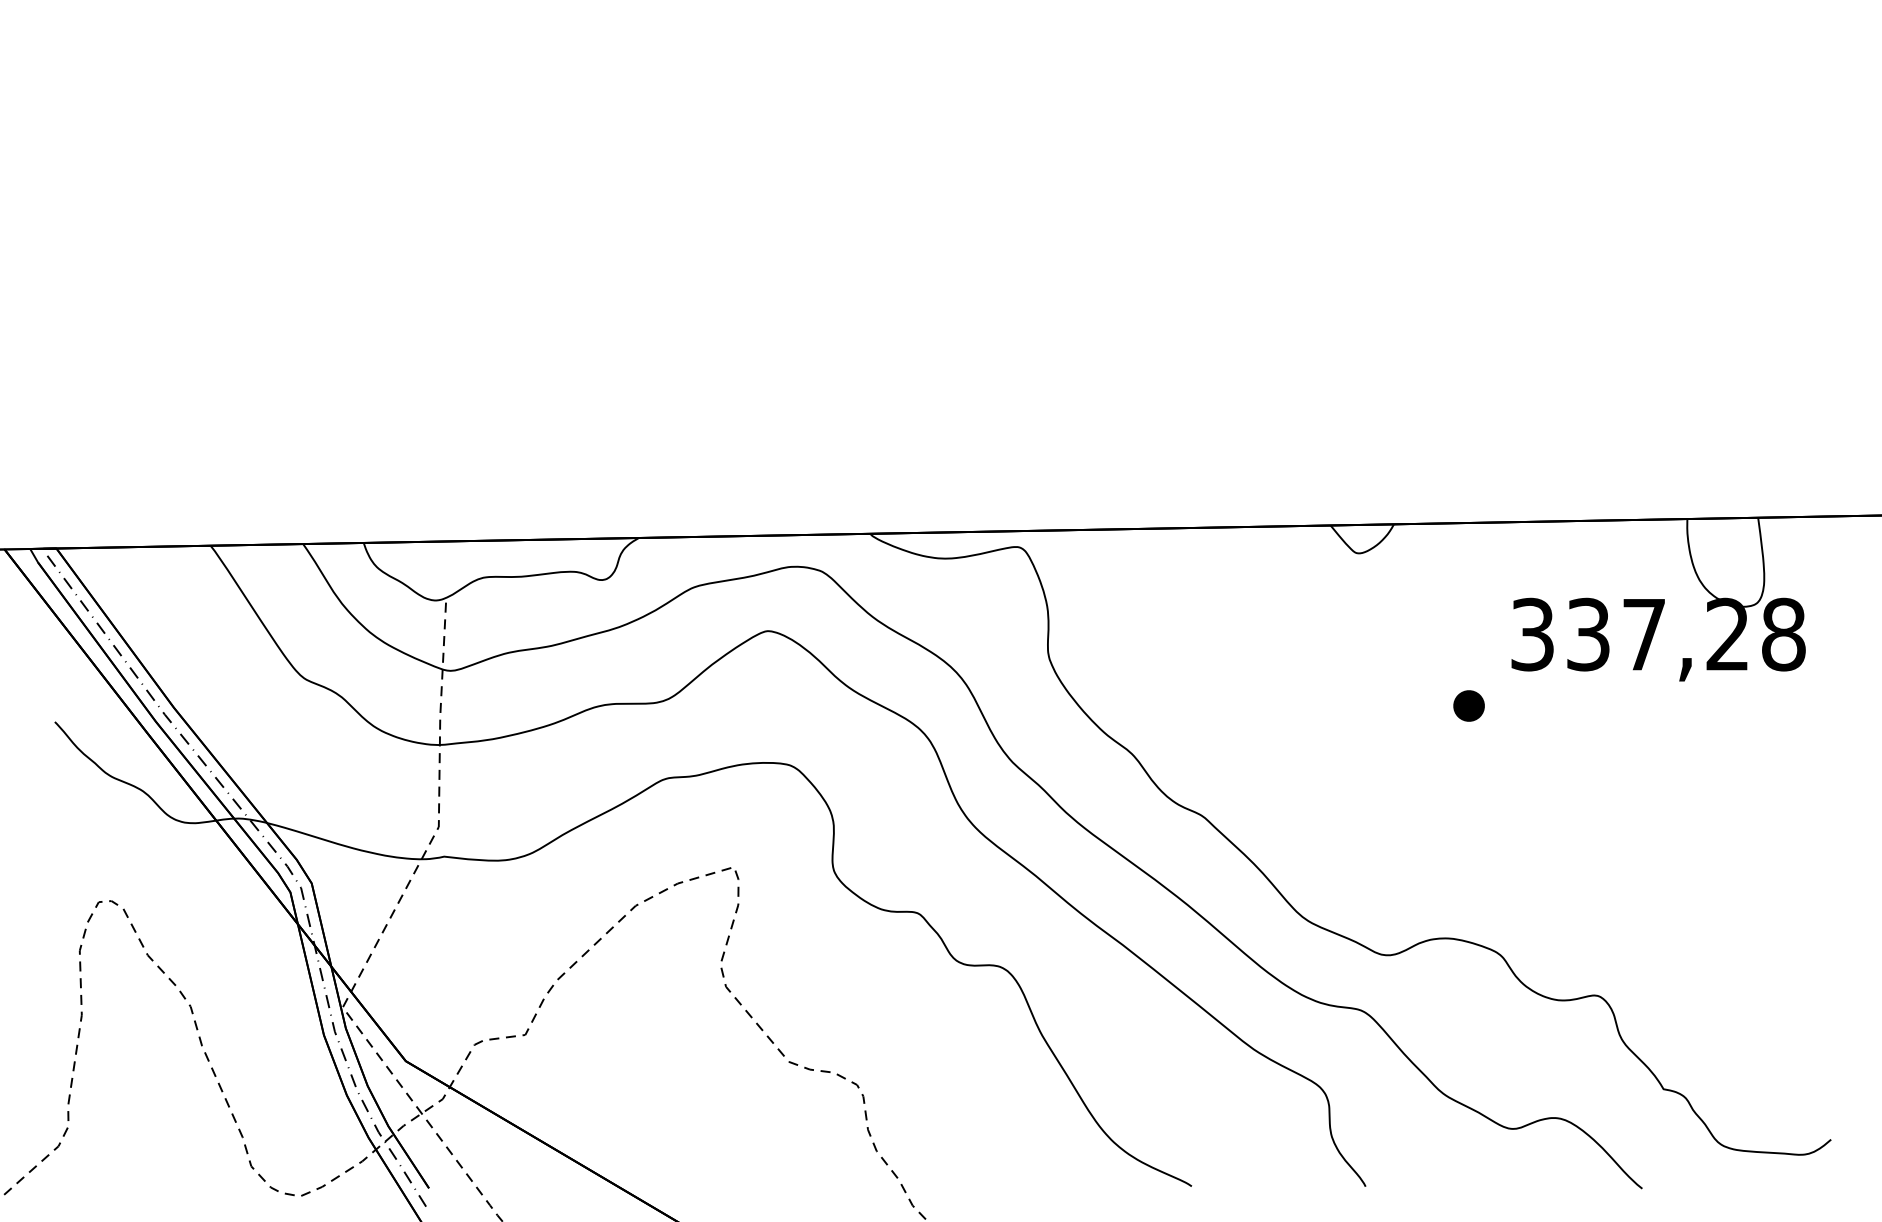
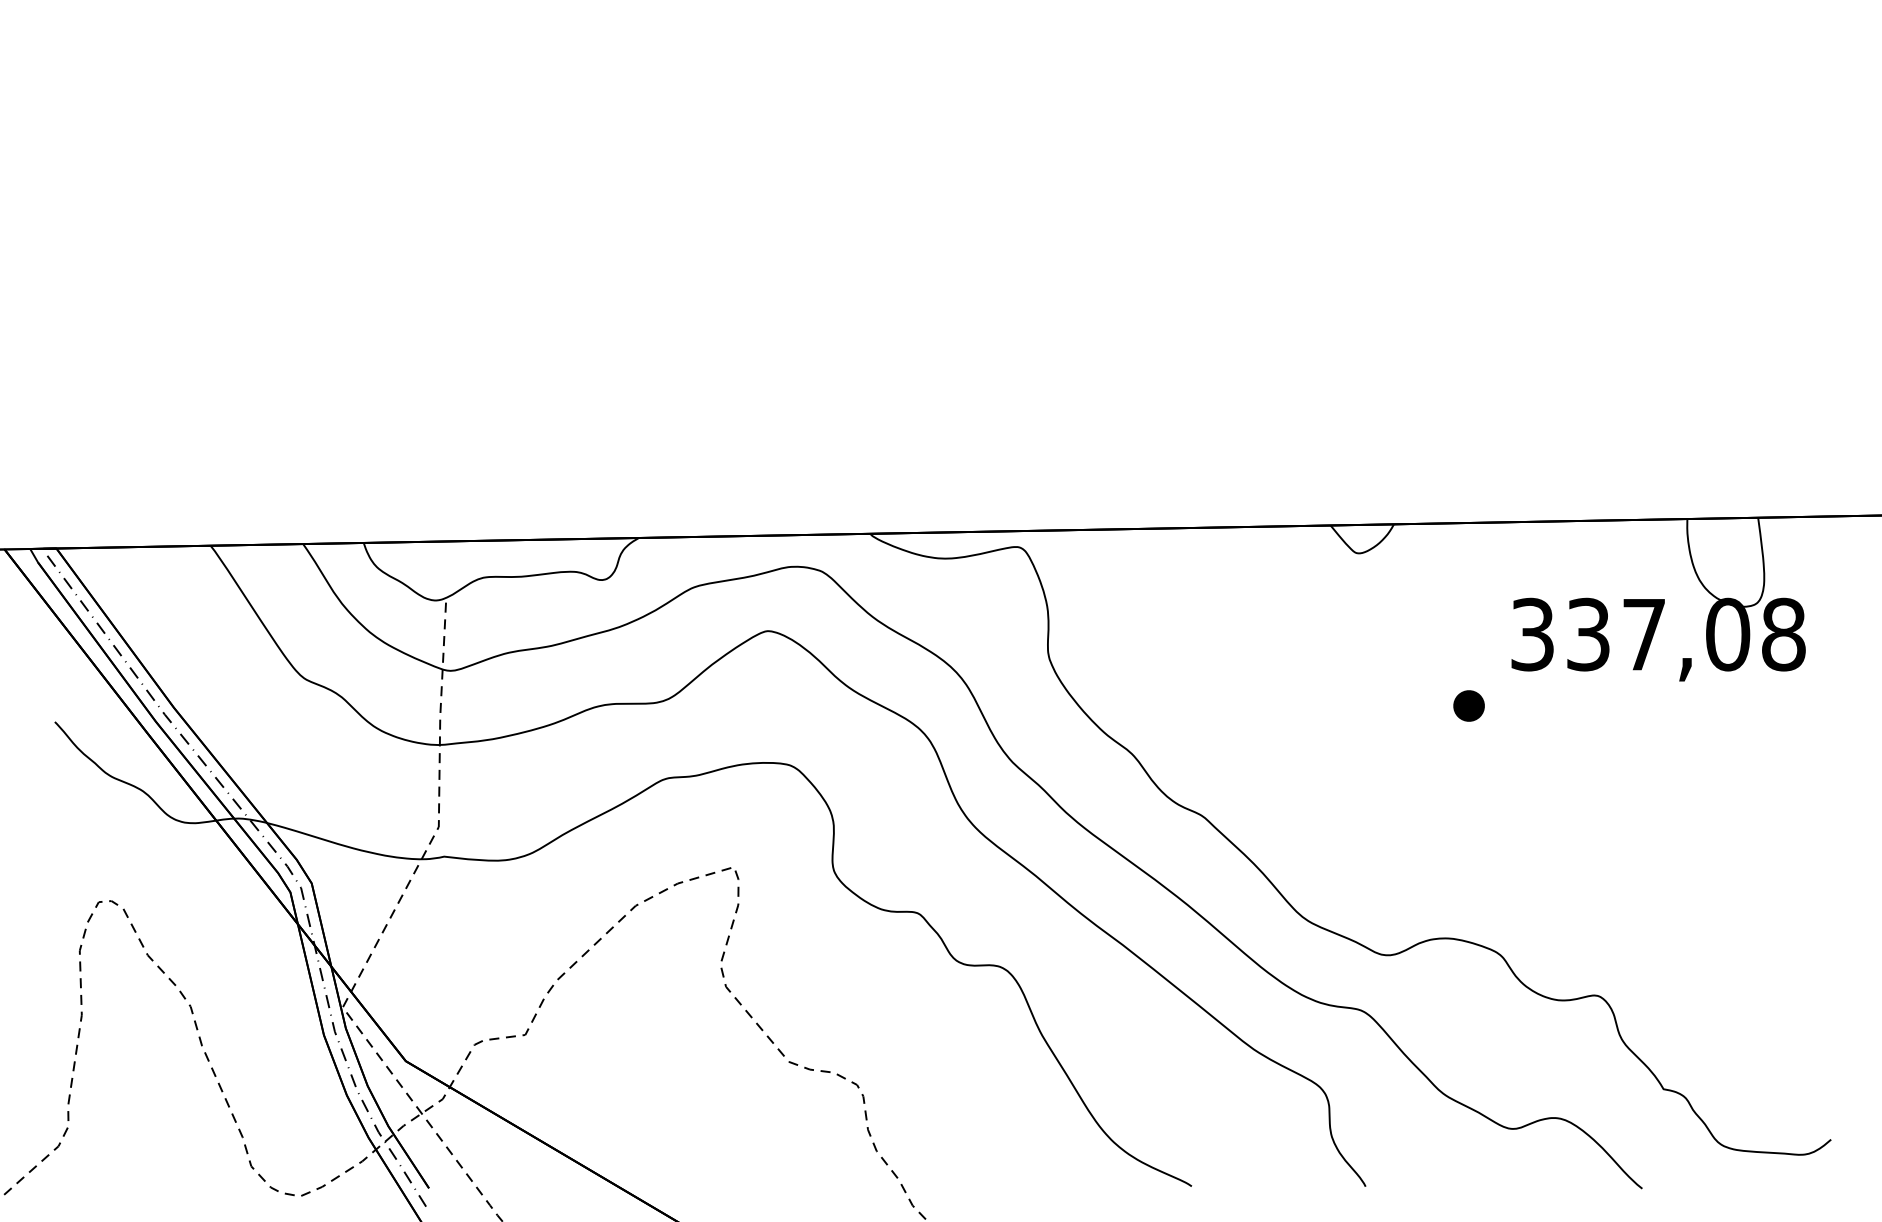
text at (1728, 634): 337,28 -> 337,08
